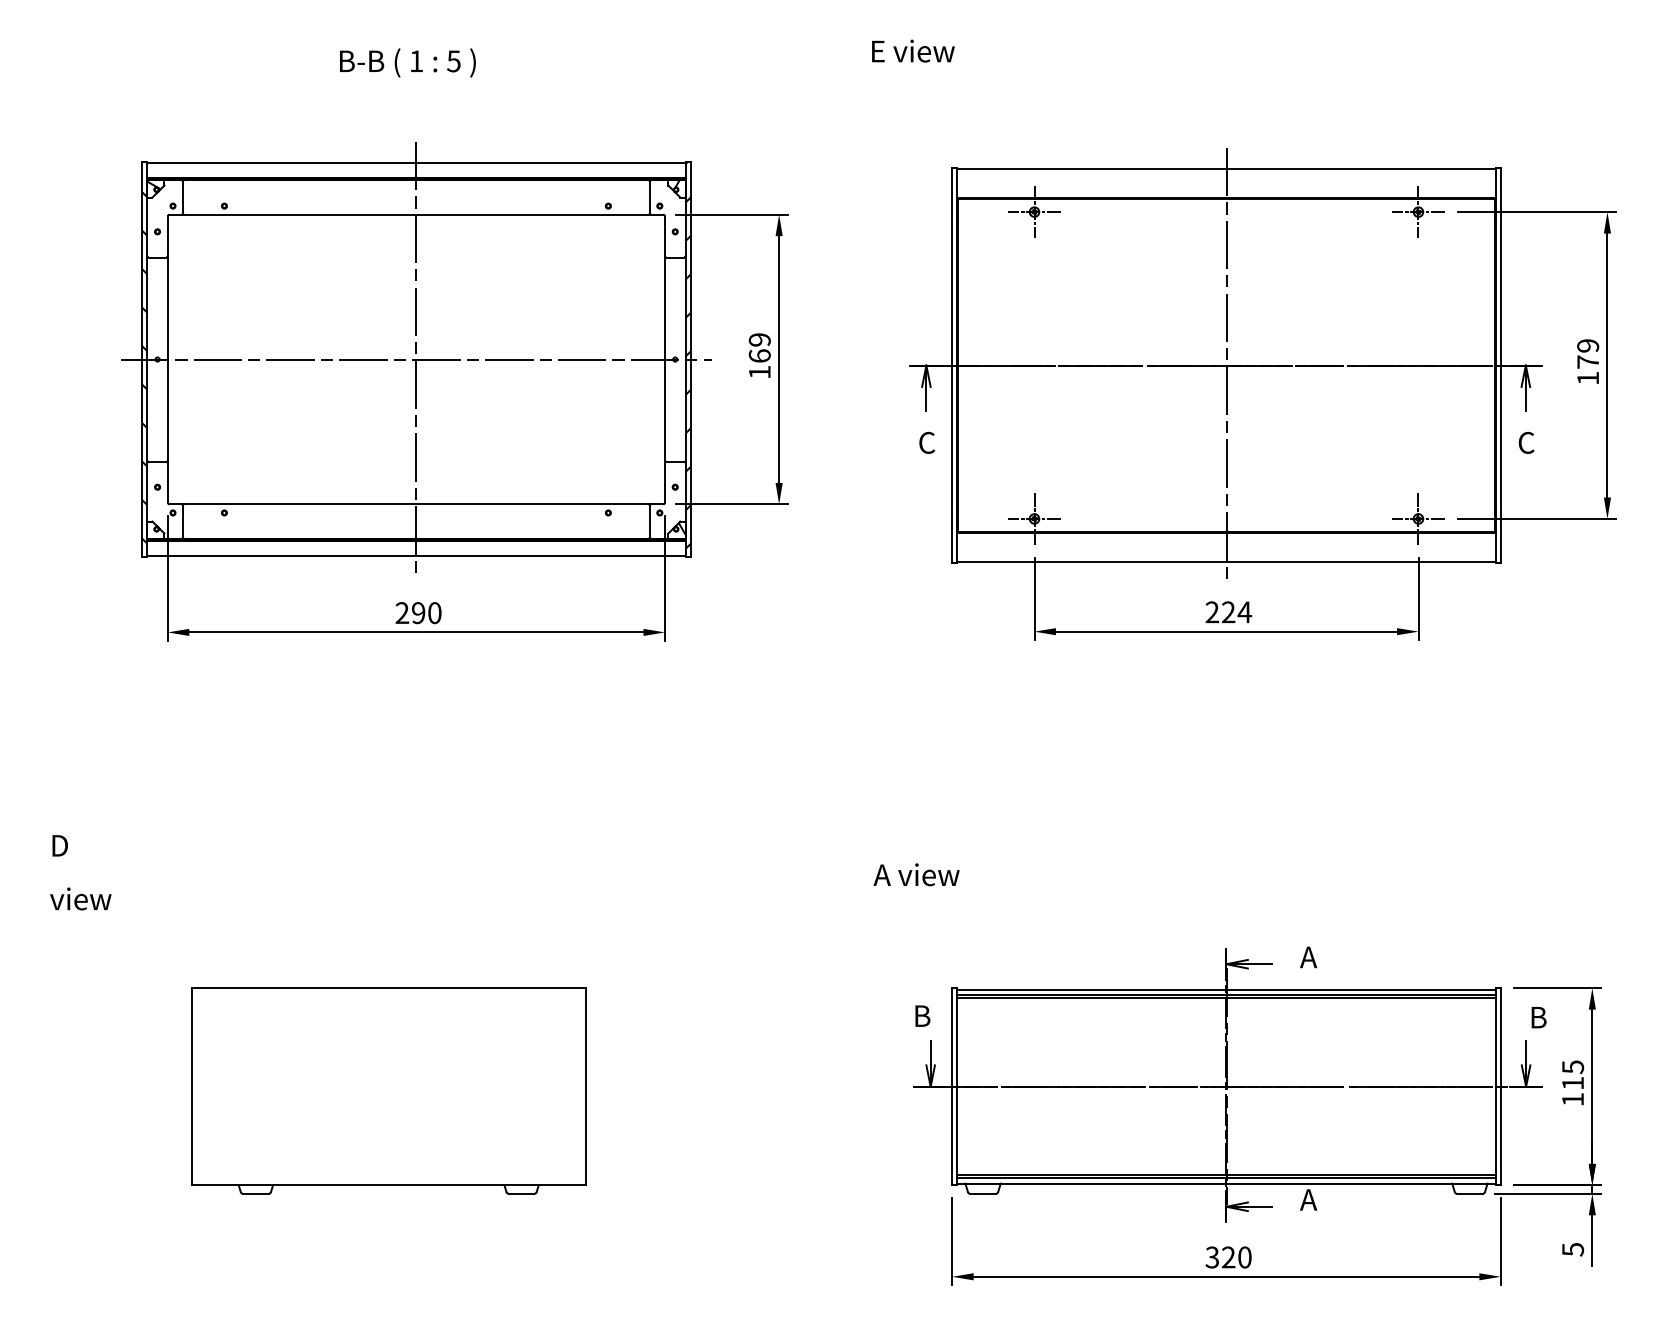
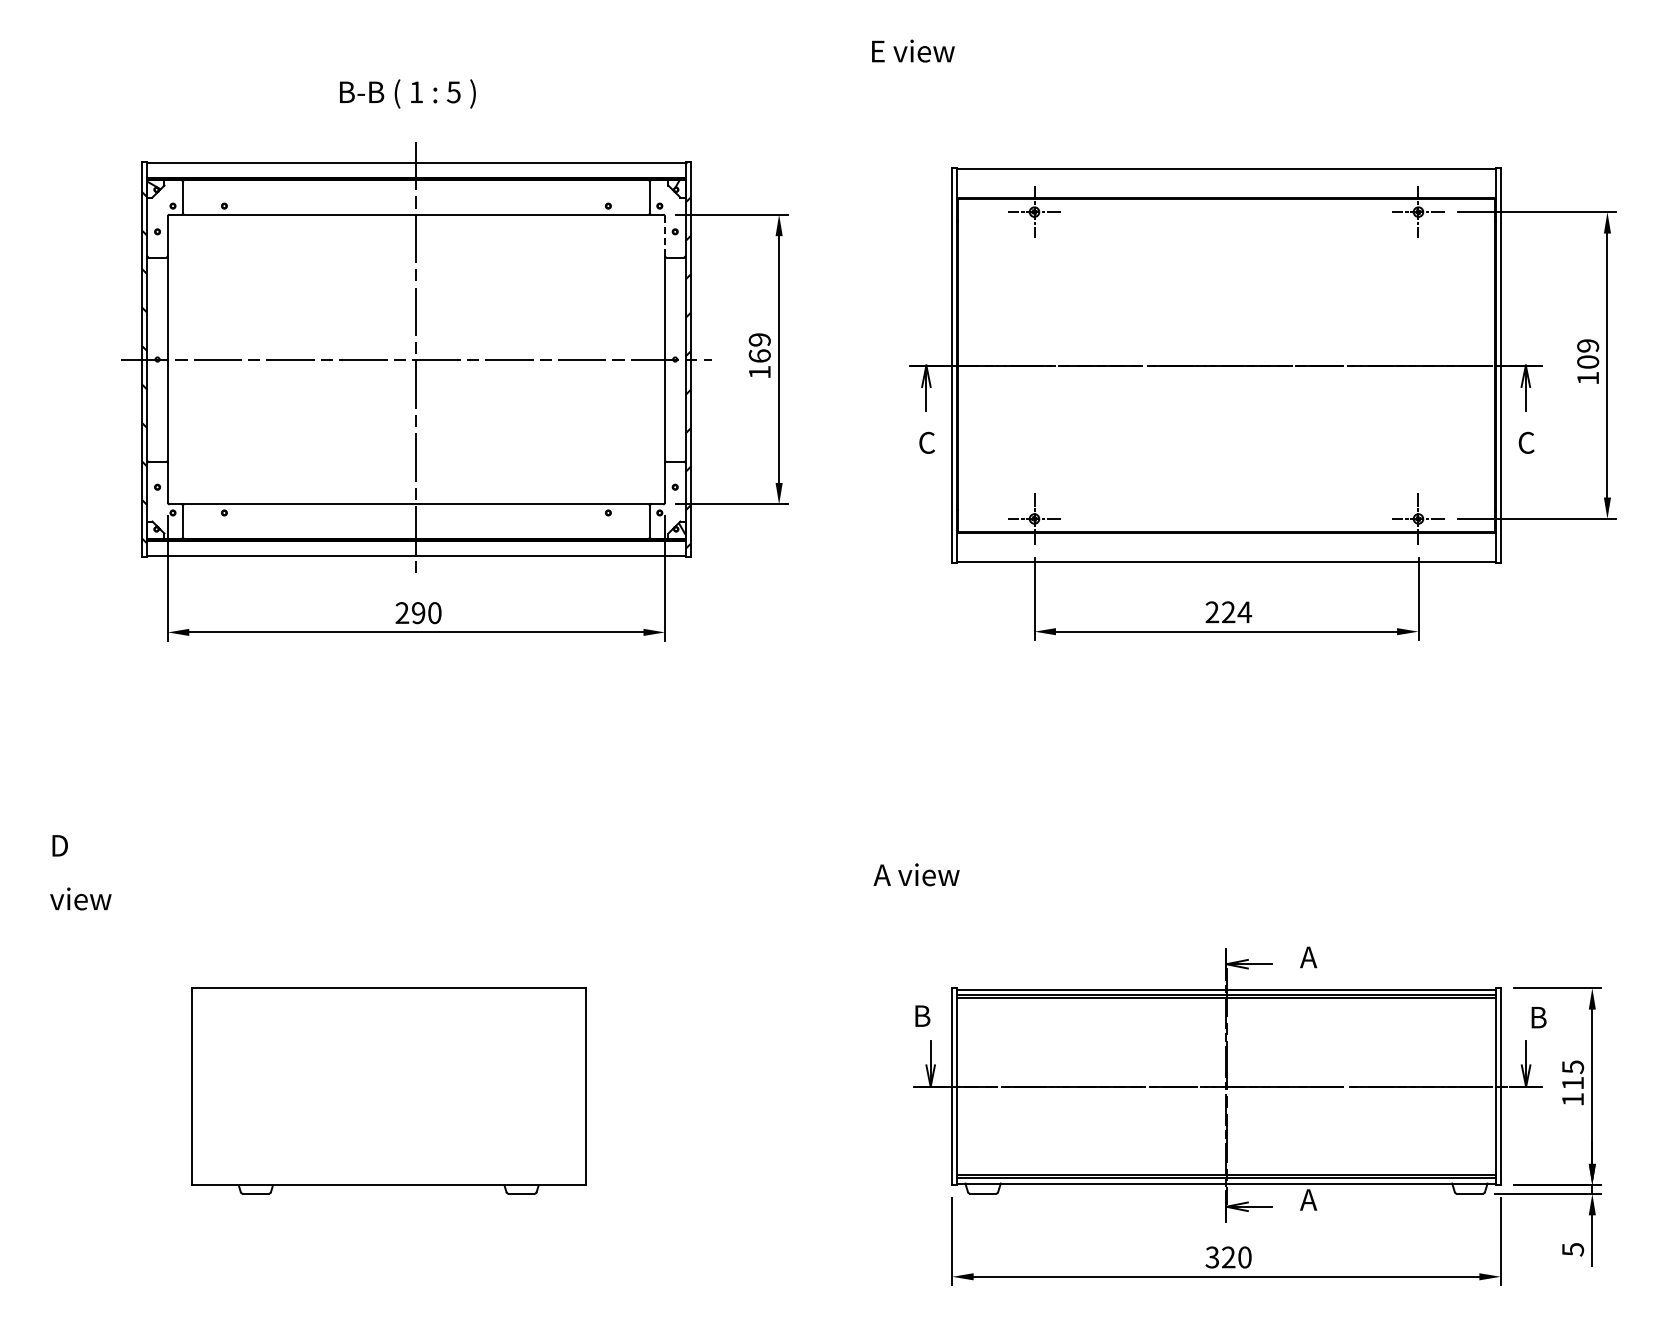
text at (407, 62) position: (407, 62) -> (407, 93)
line at (664, 236): solid -> dashed
text at (1588, 361): 179 -> 109
line at (1226, 365): present -> none
